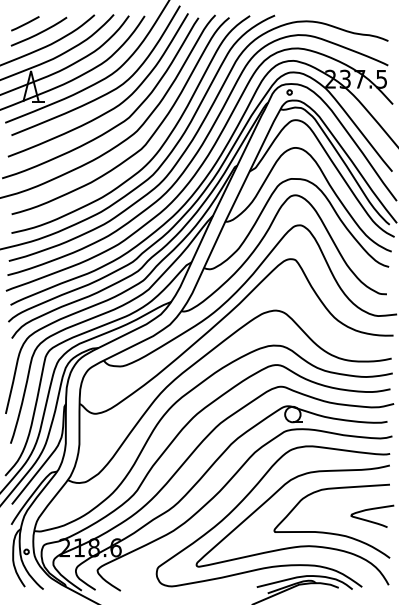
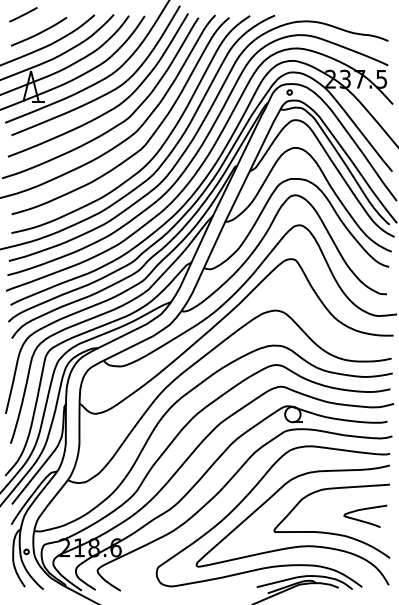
line at (25, 23) position: (25, 23) -> (23, 14)
curve at (370, 510) position: (370, 510) -> (363, 510)
